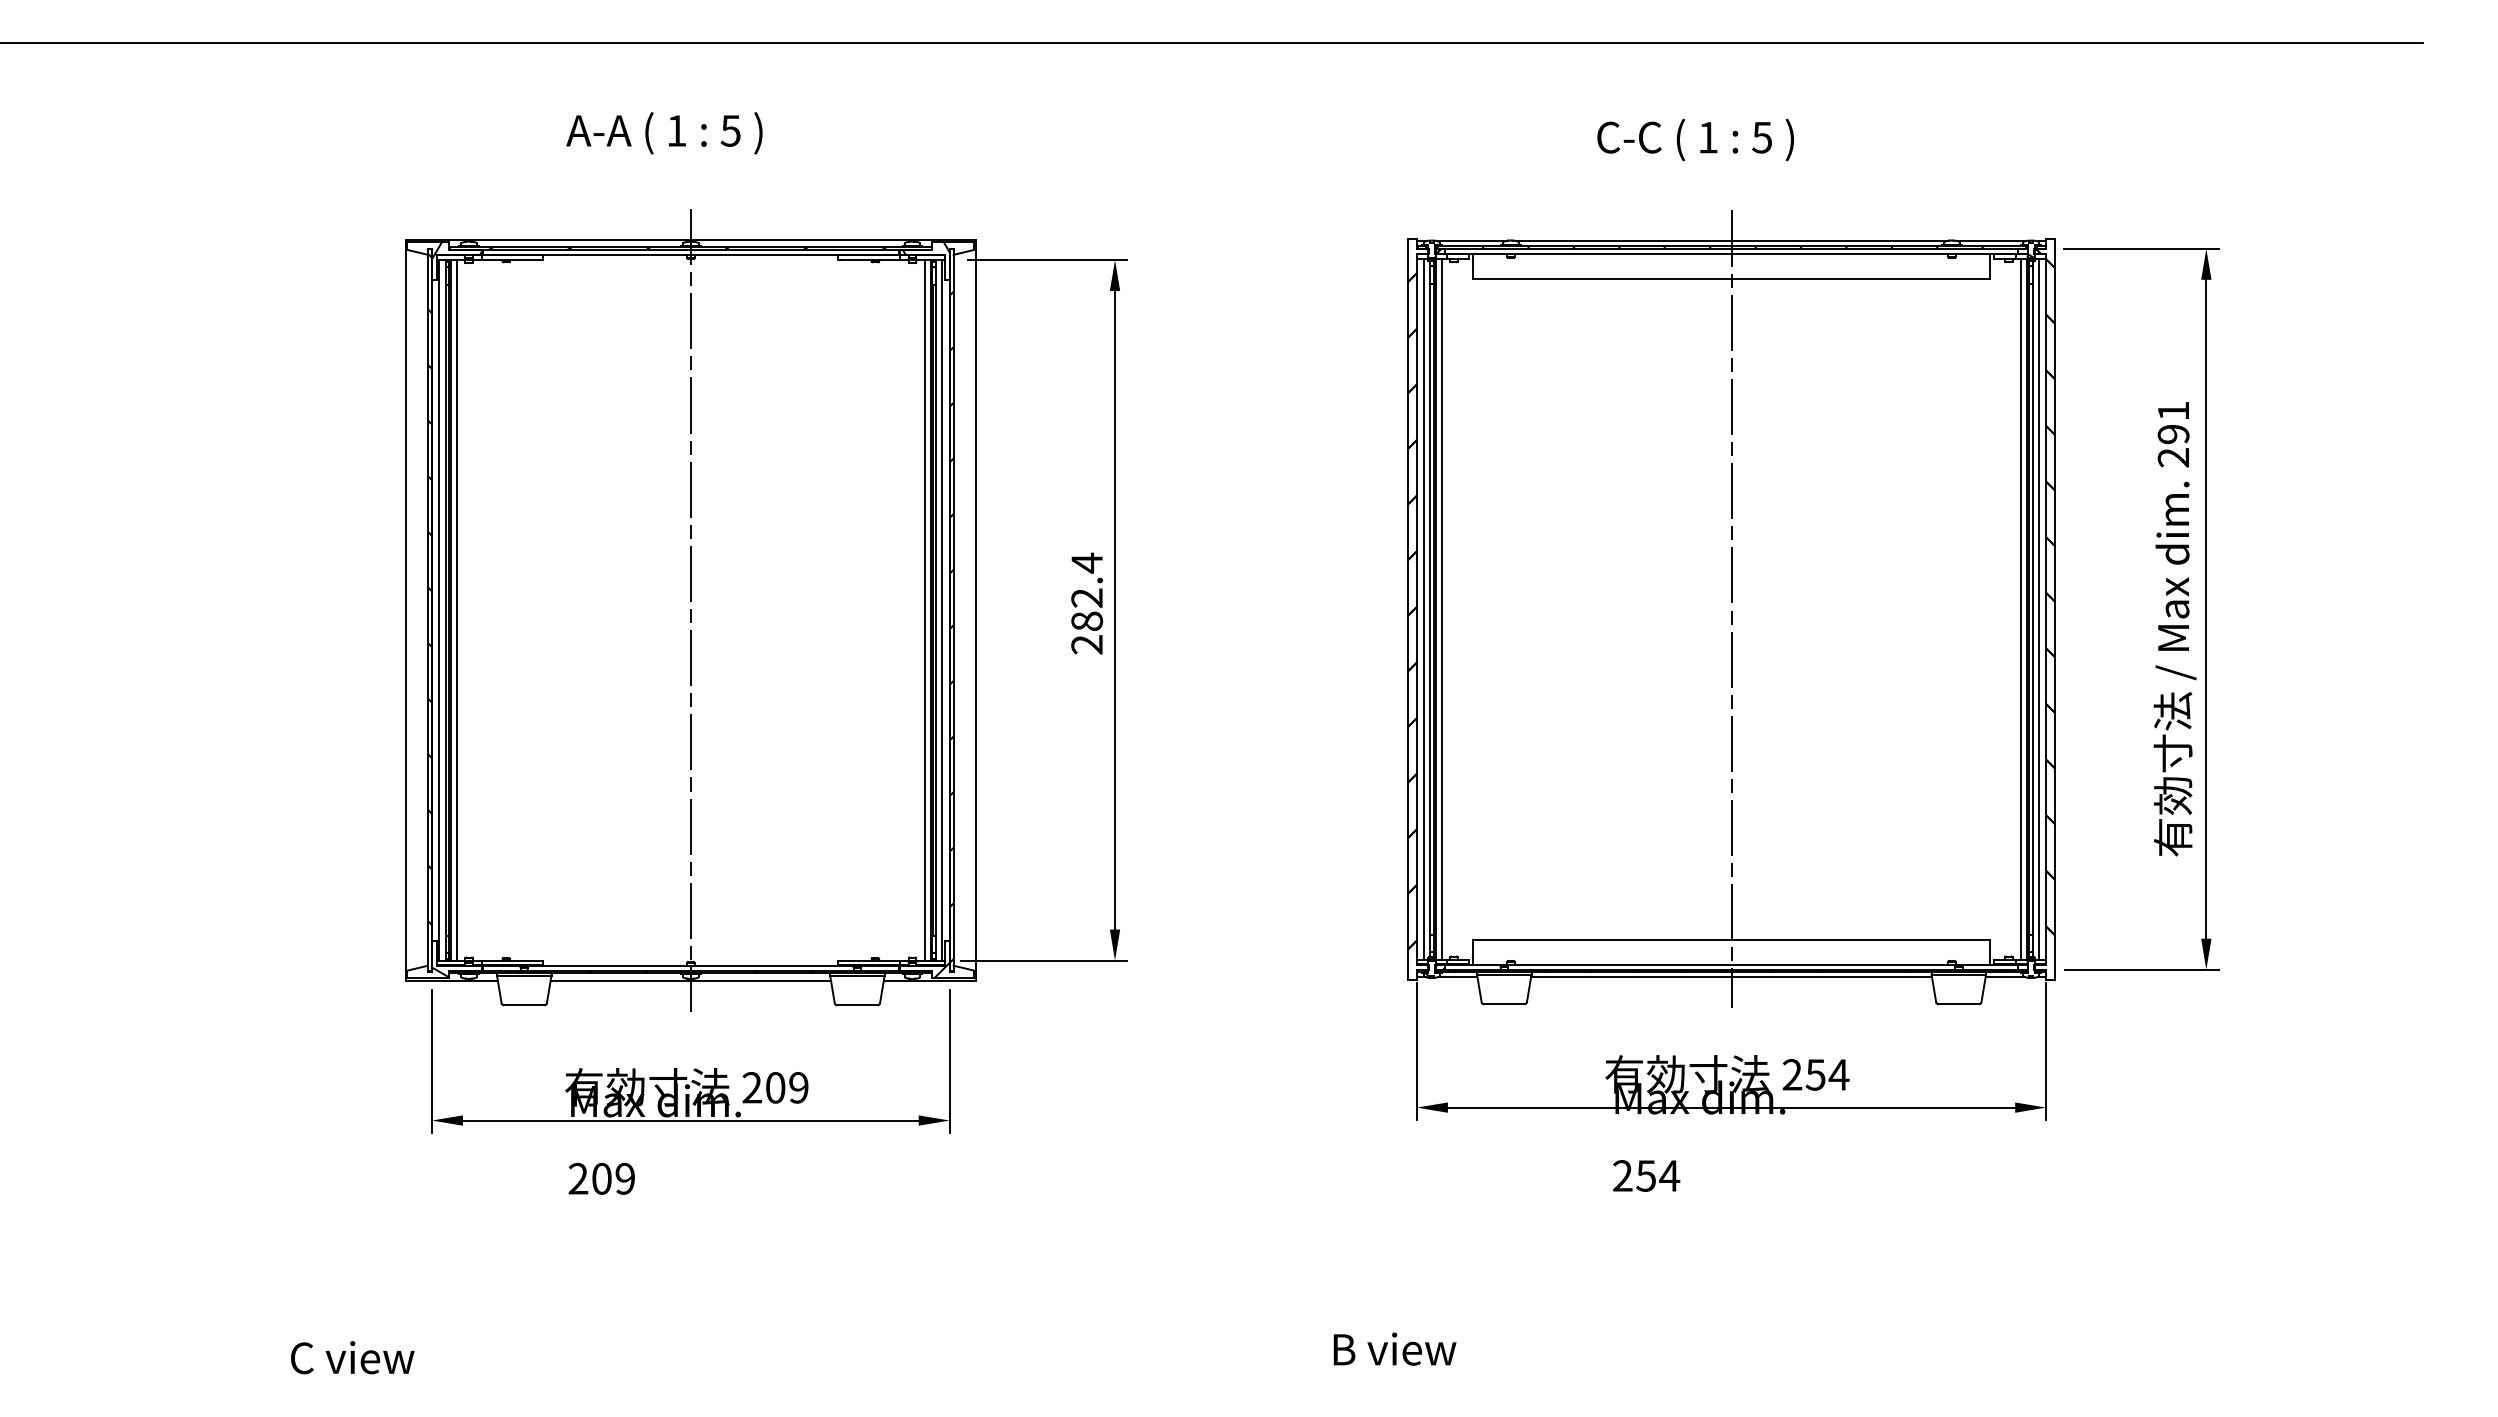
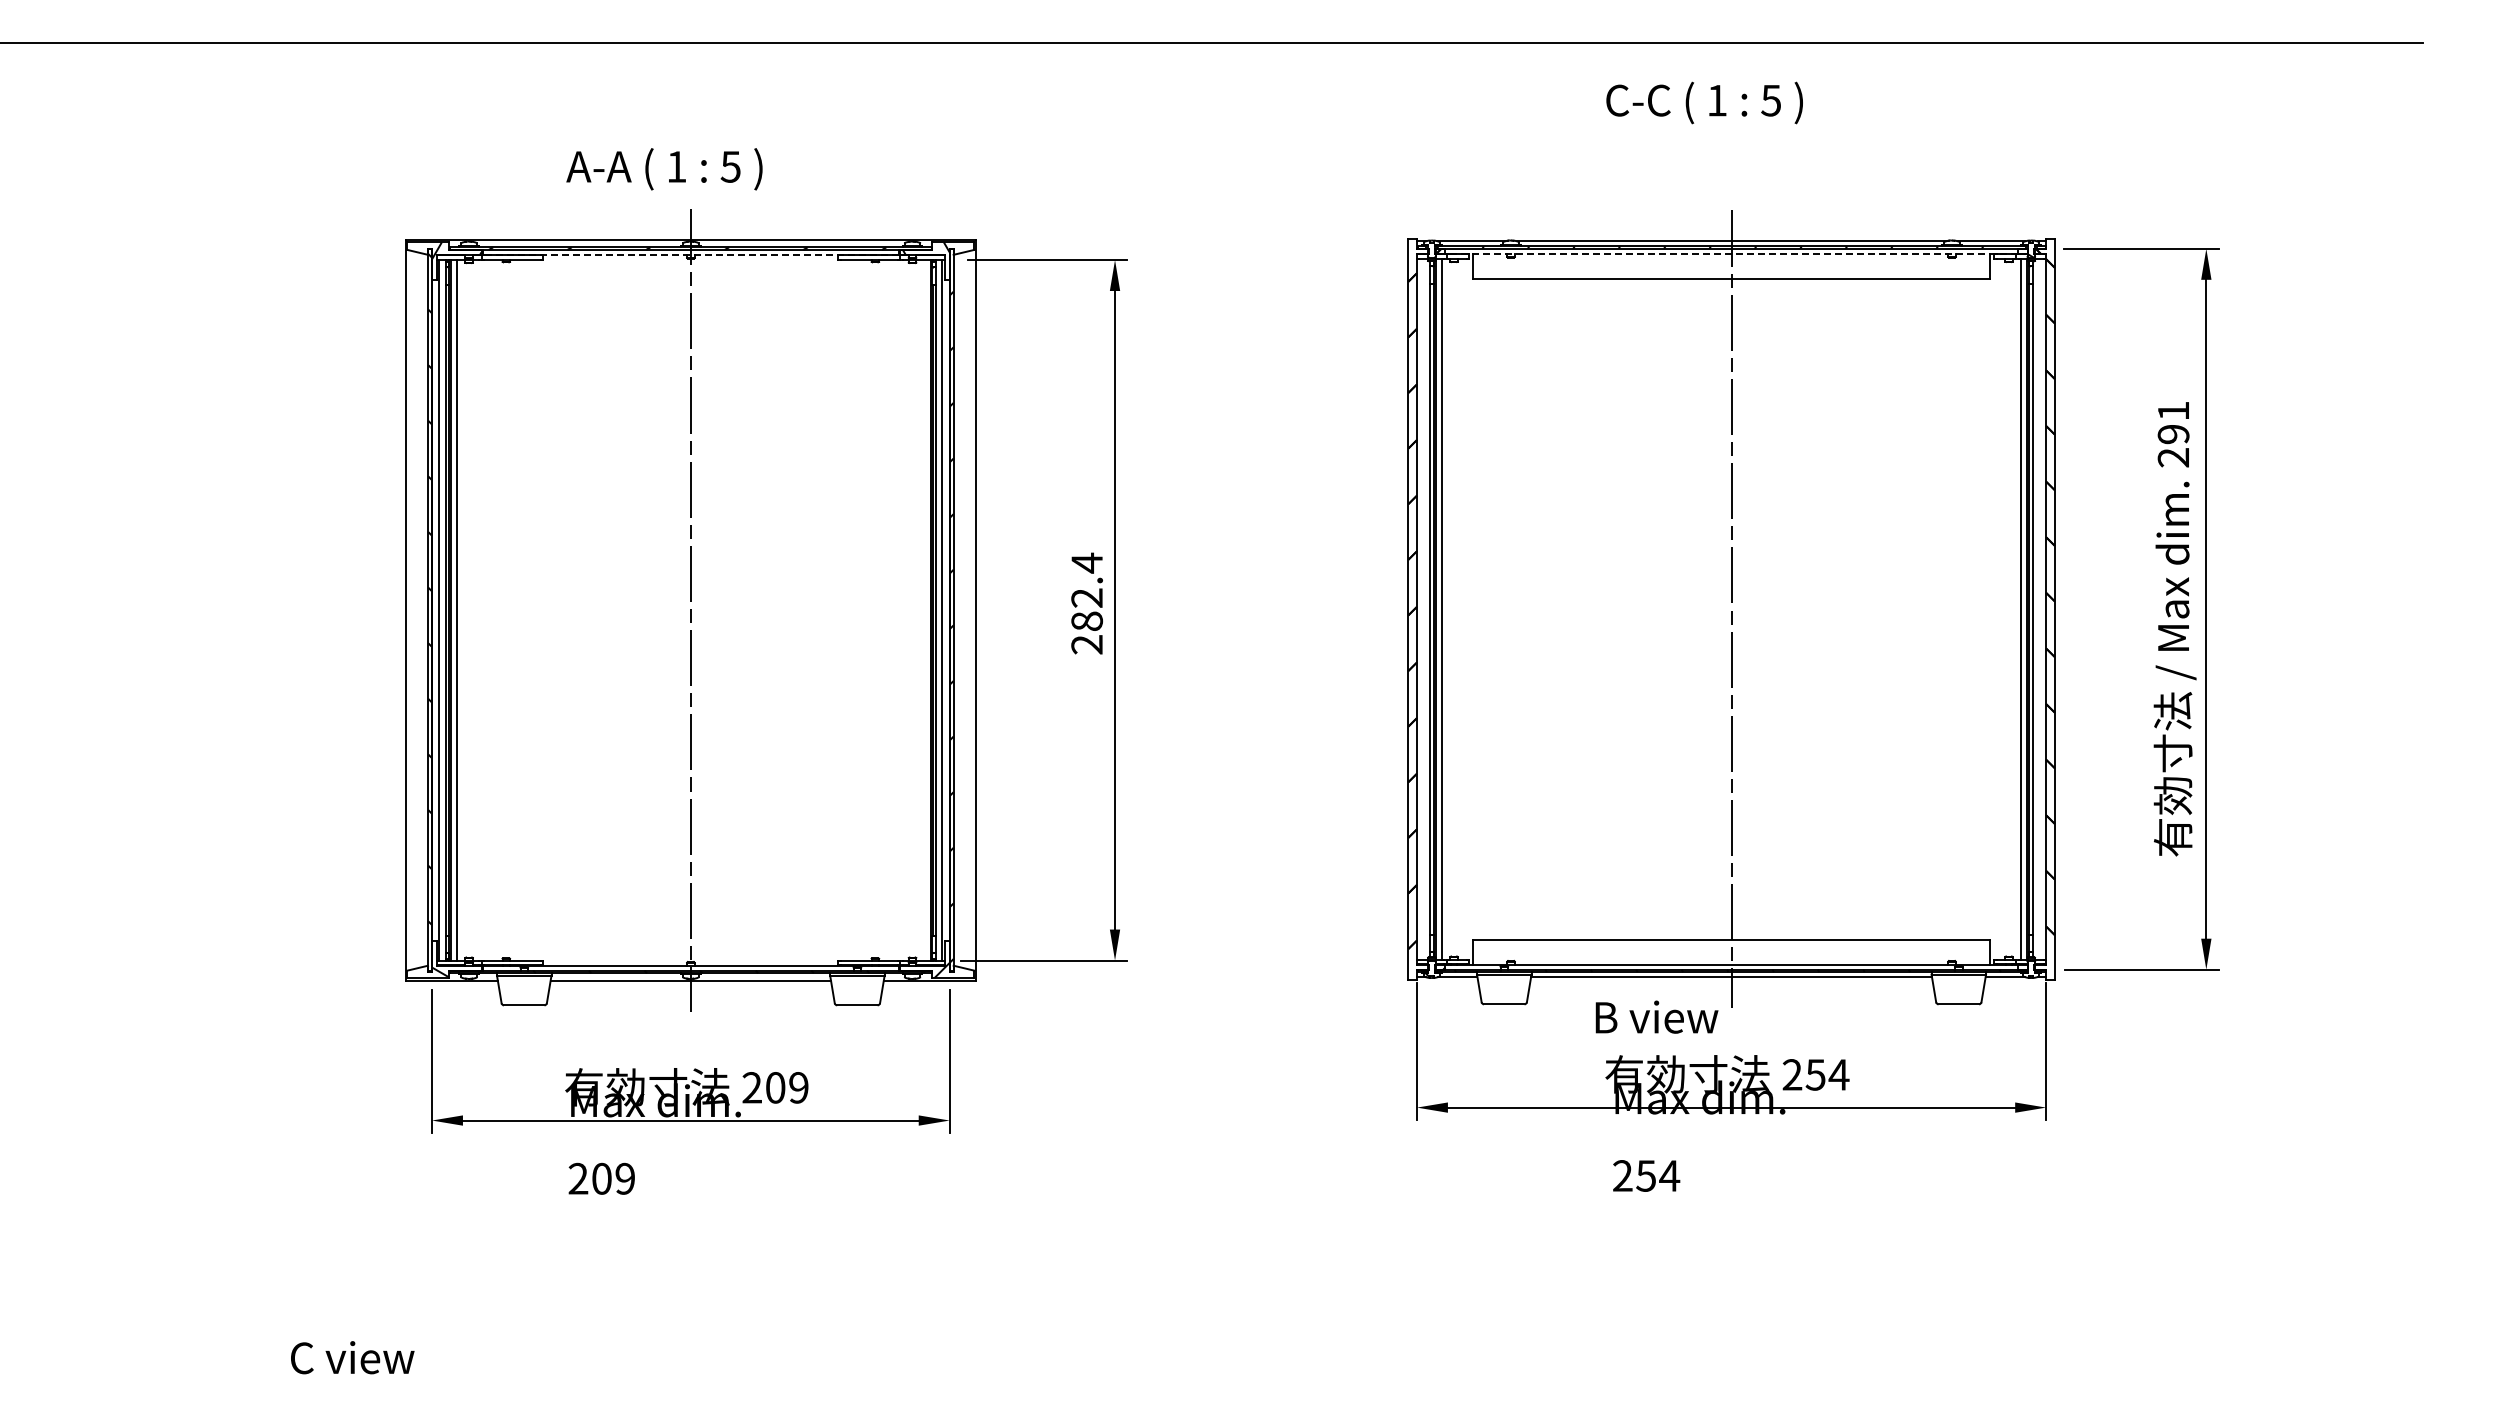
text at (664, 133) position: (664, 133) -> (664, 169)
text at (1695, 139) position: (1695, 139) -> (1704, 102)
line at (1731, 253): solid -> dashed
line at (690, 254): solid -> dashed
line at (1424, 609): present -> none
line at (2038, 609): present -> none
line at (924, 610): present -> none
text at (1394, 1348) position: (1394, 1348) -> (1656, 1016)
